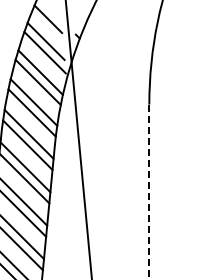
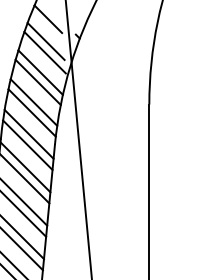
line at (149, 192): dashed -> solid
